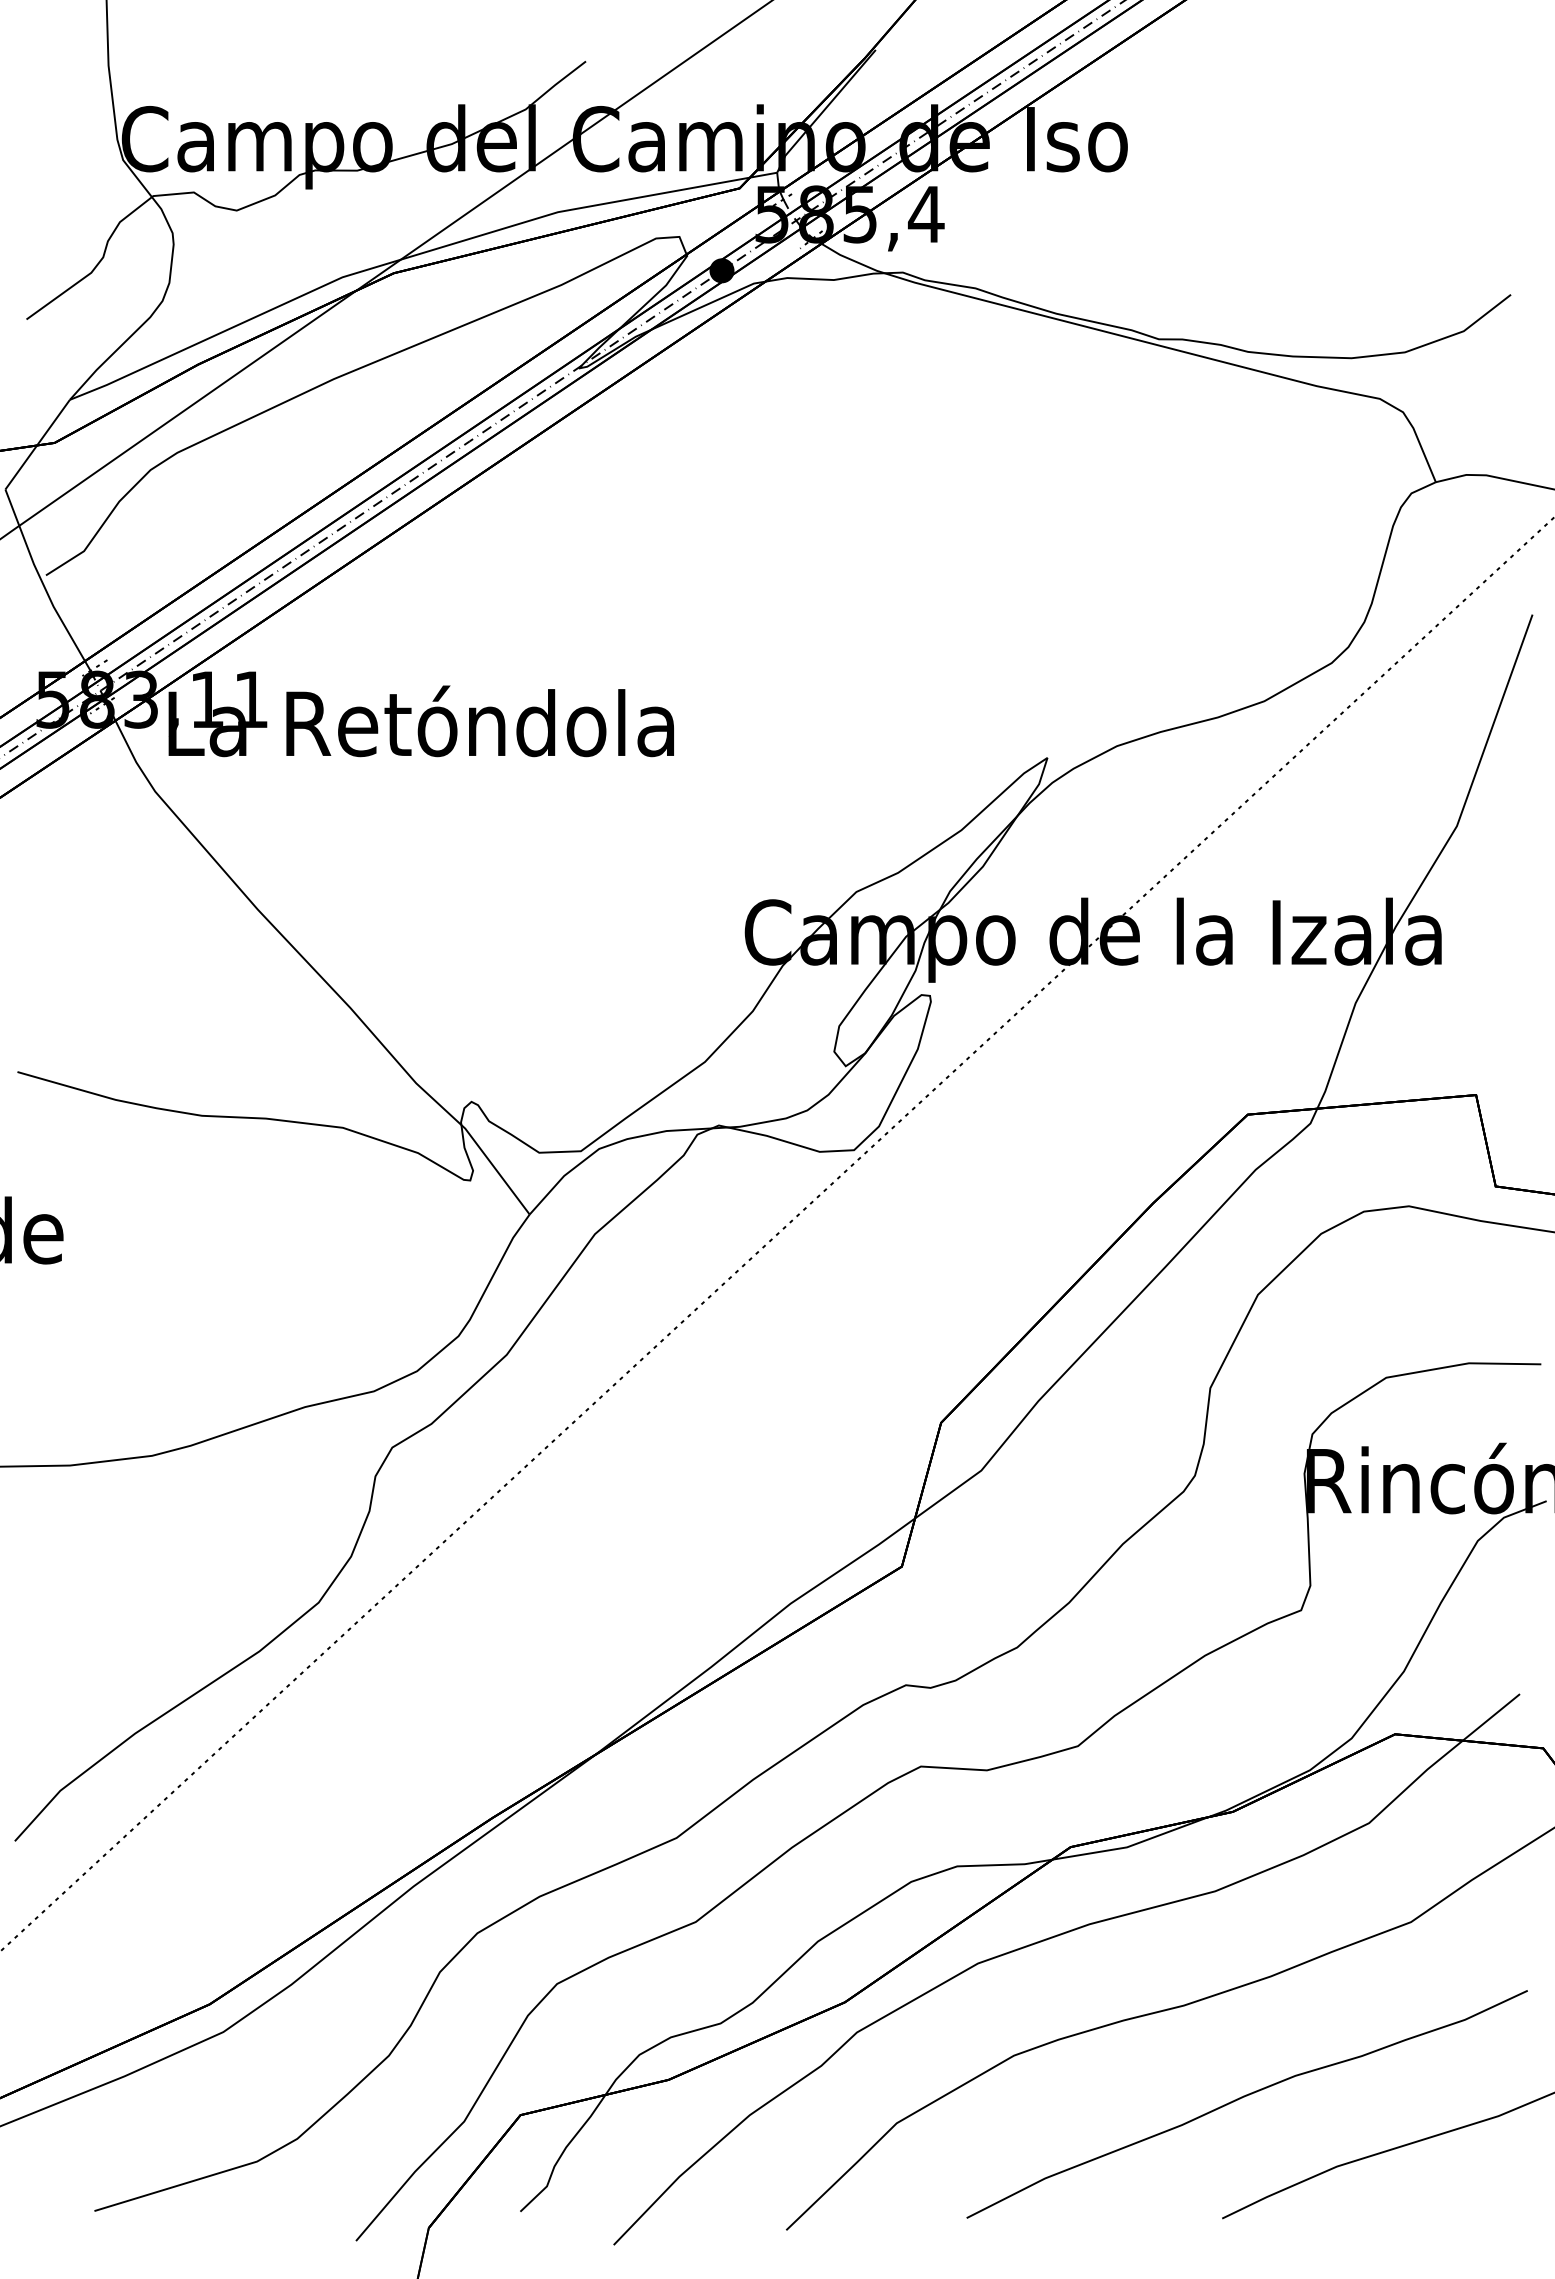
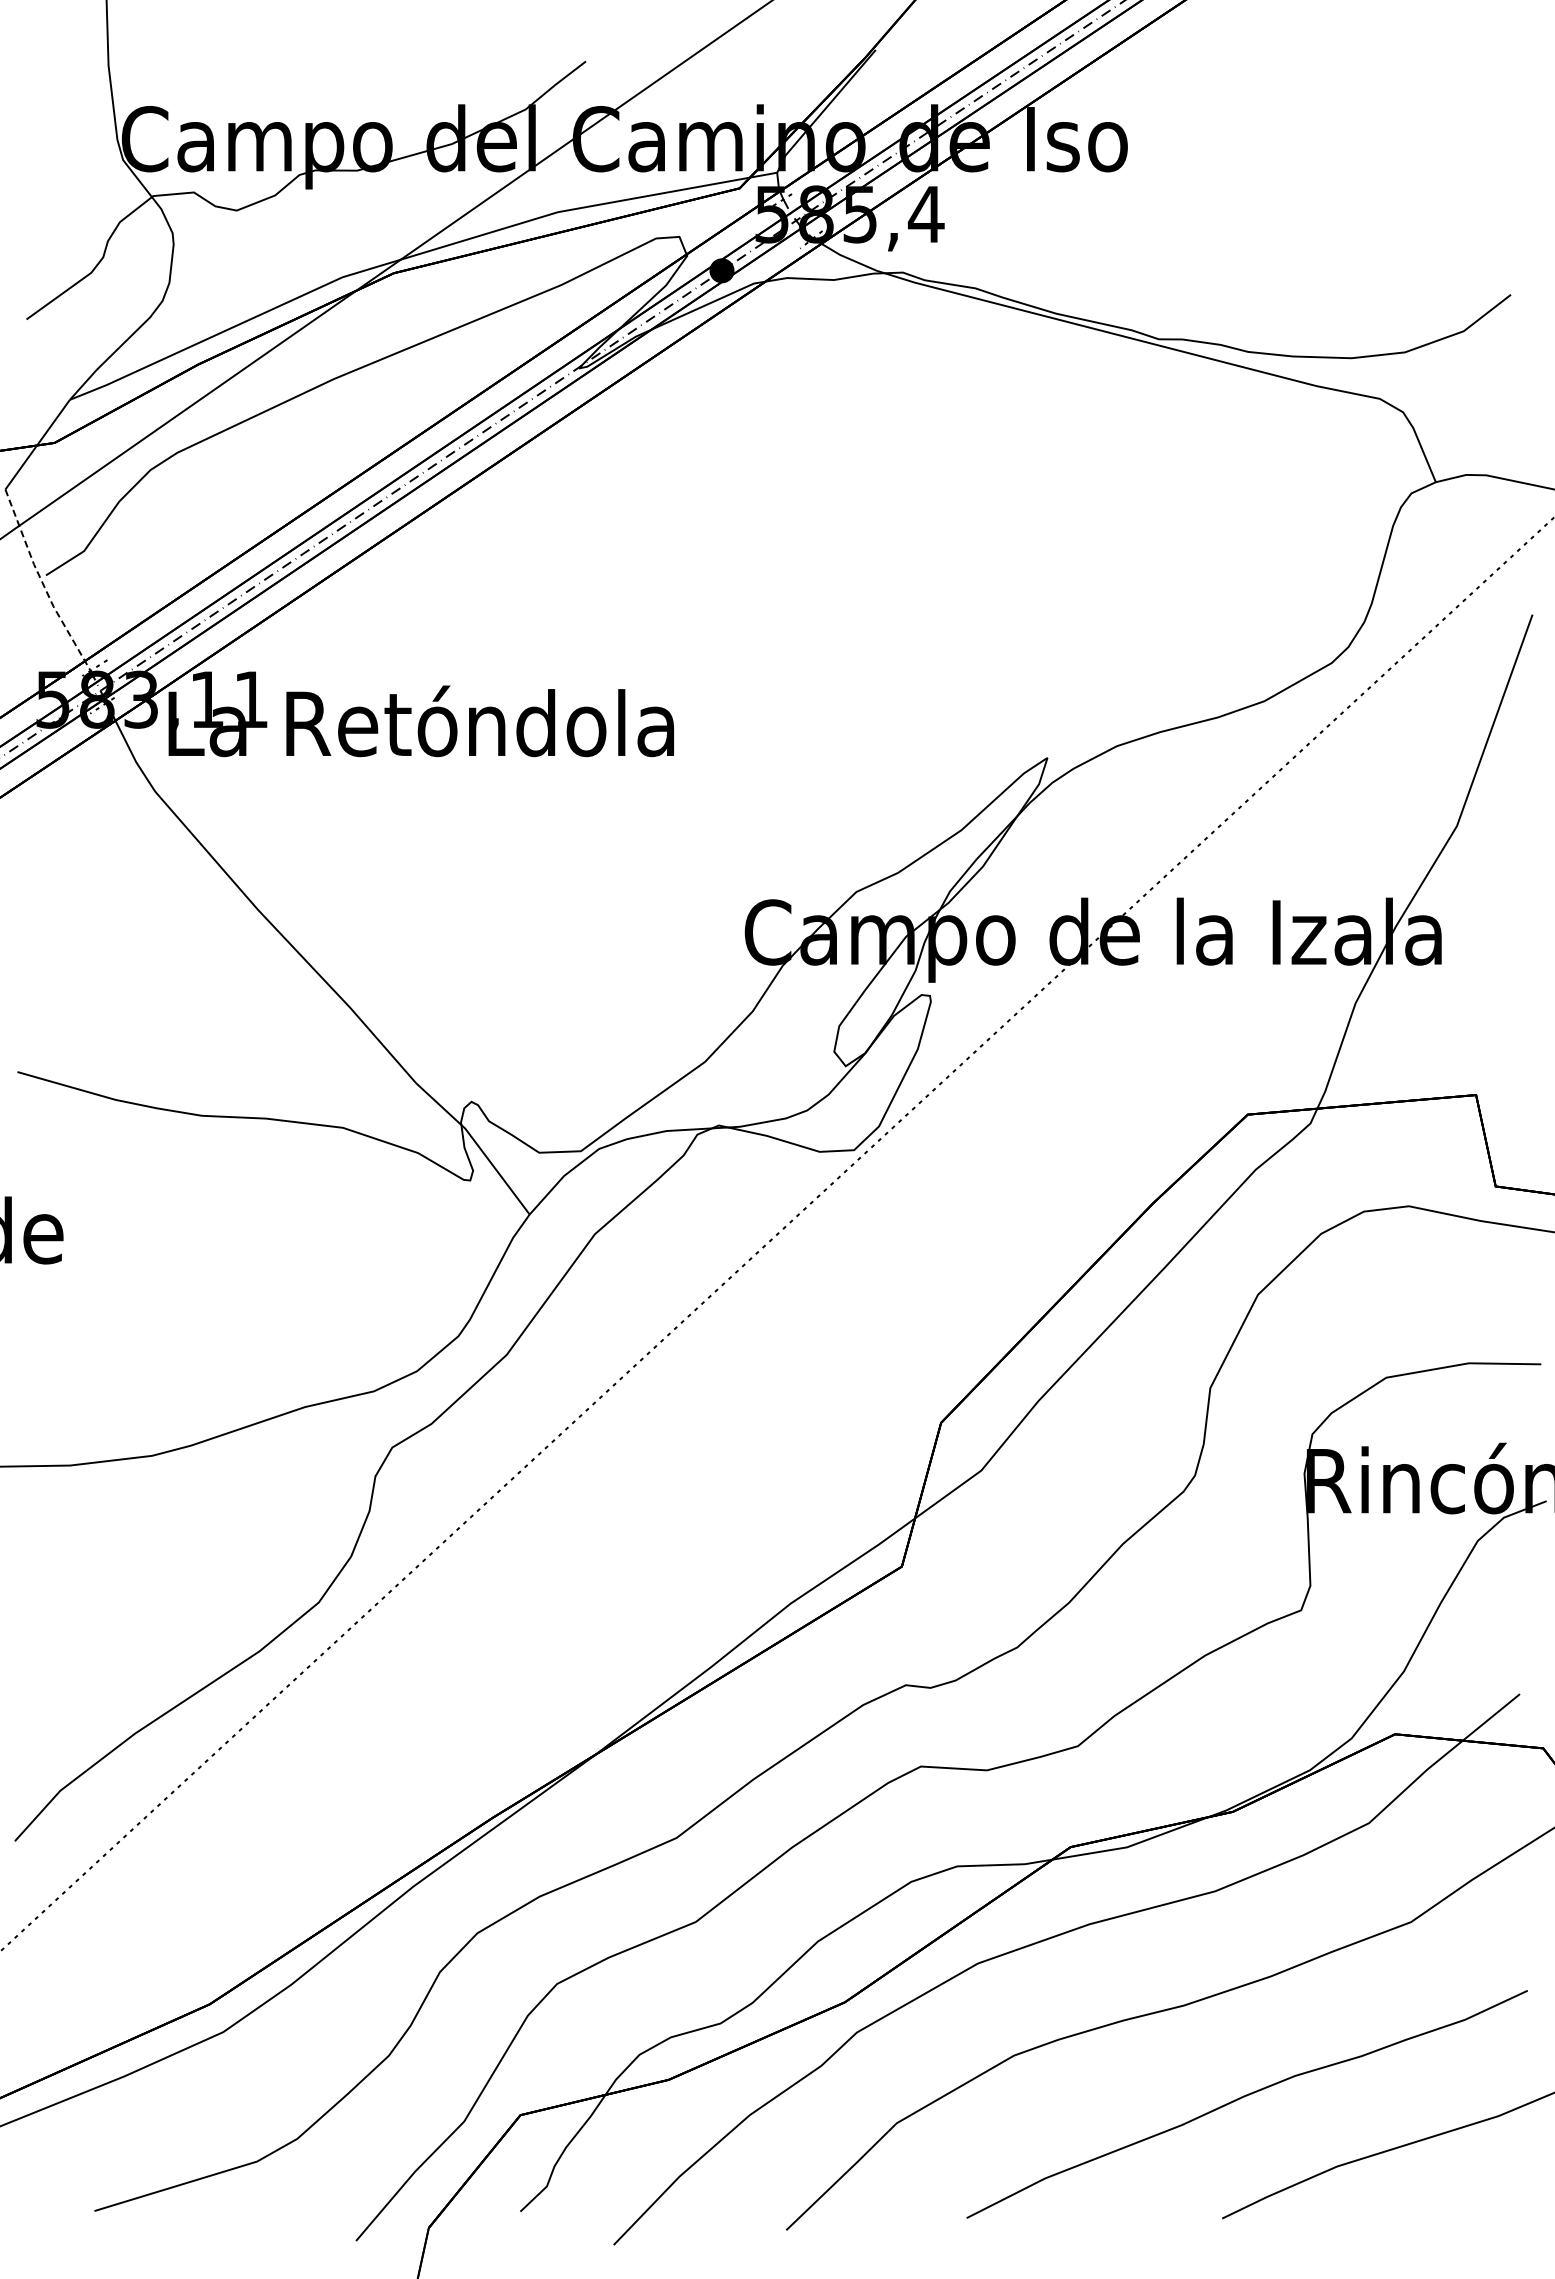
line at (42, 582): solid -> dashed
